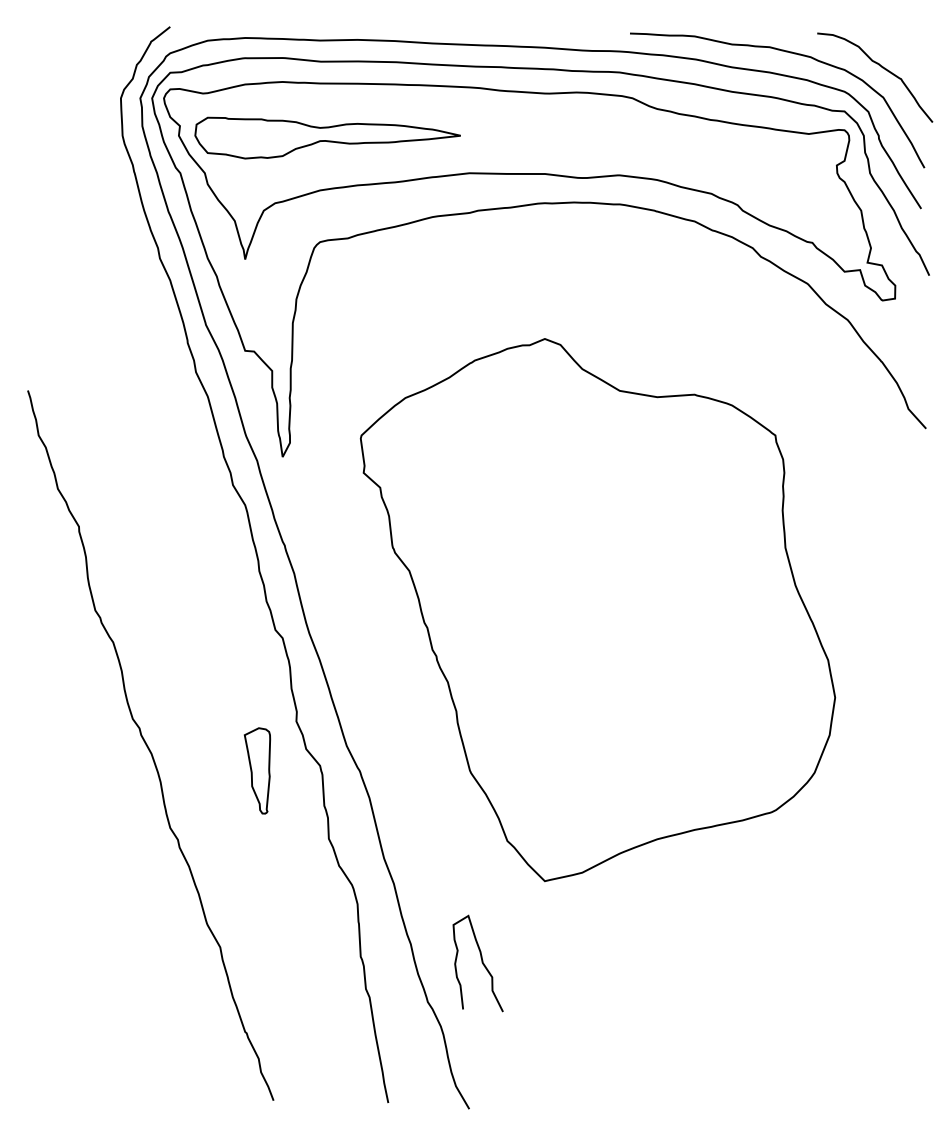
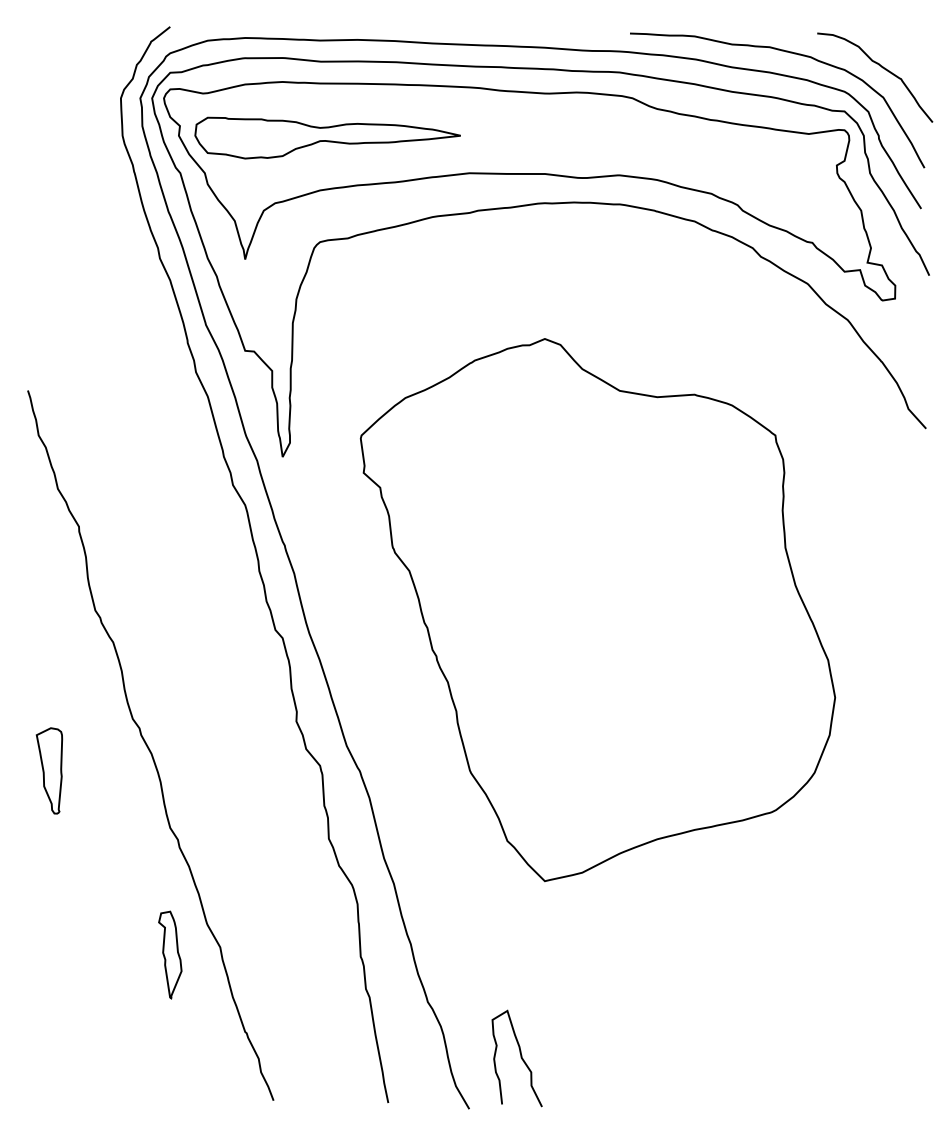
part at (257, 770) position: (257, 770) -> (49, 770)
part at (170, 954): none -> present
curve at (481, 962) position: (481, 962) -> (520, 1057)
